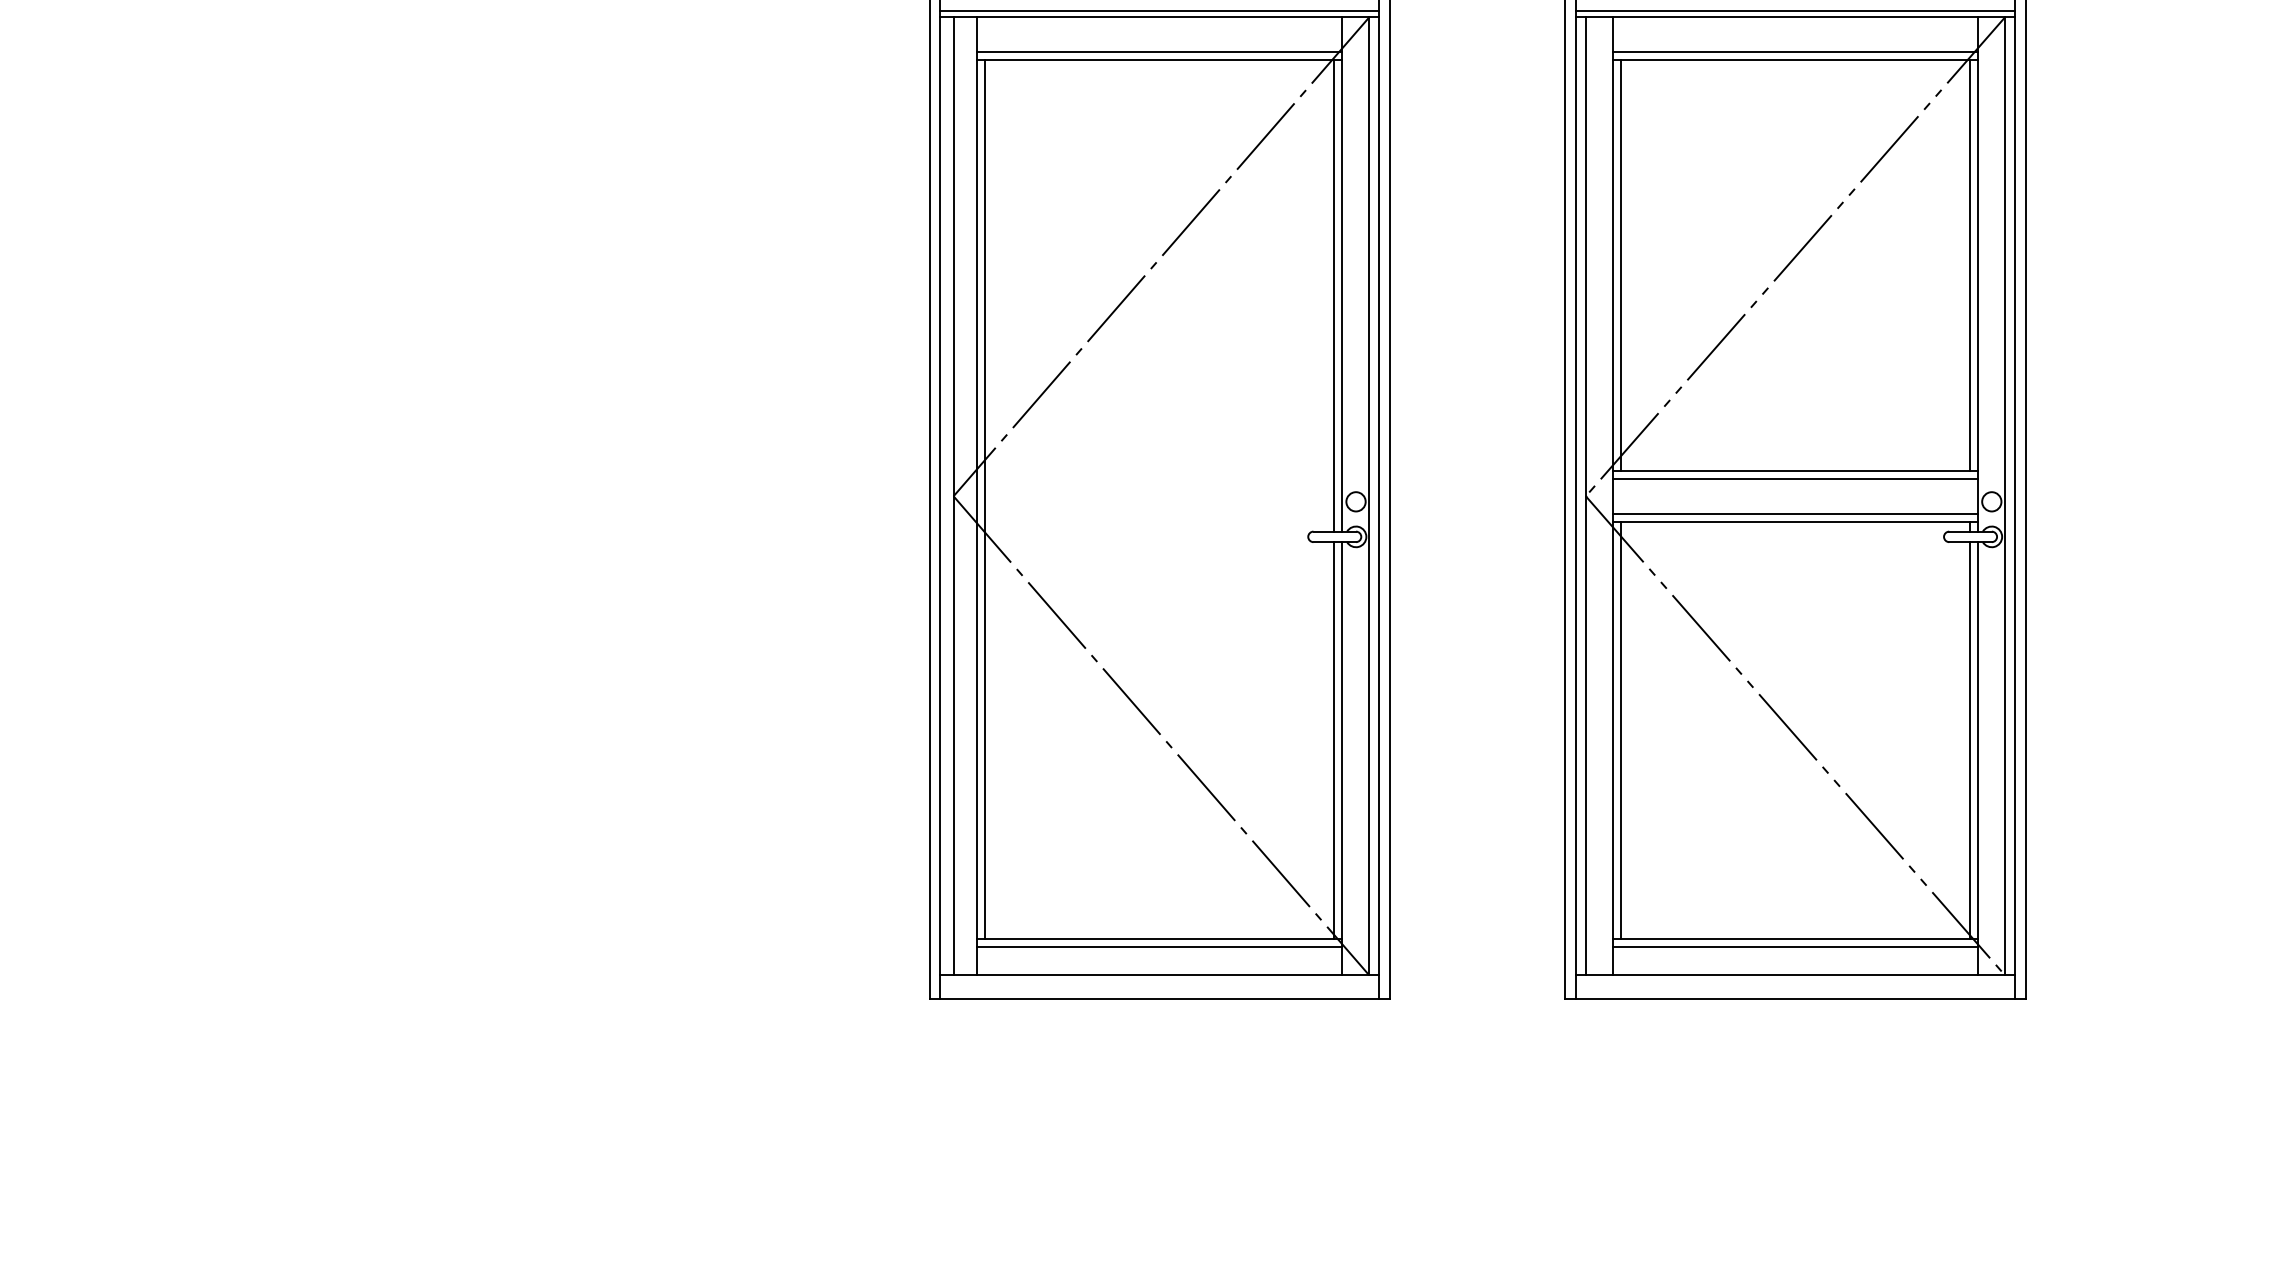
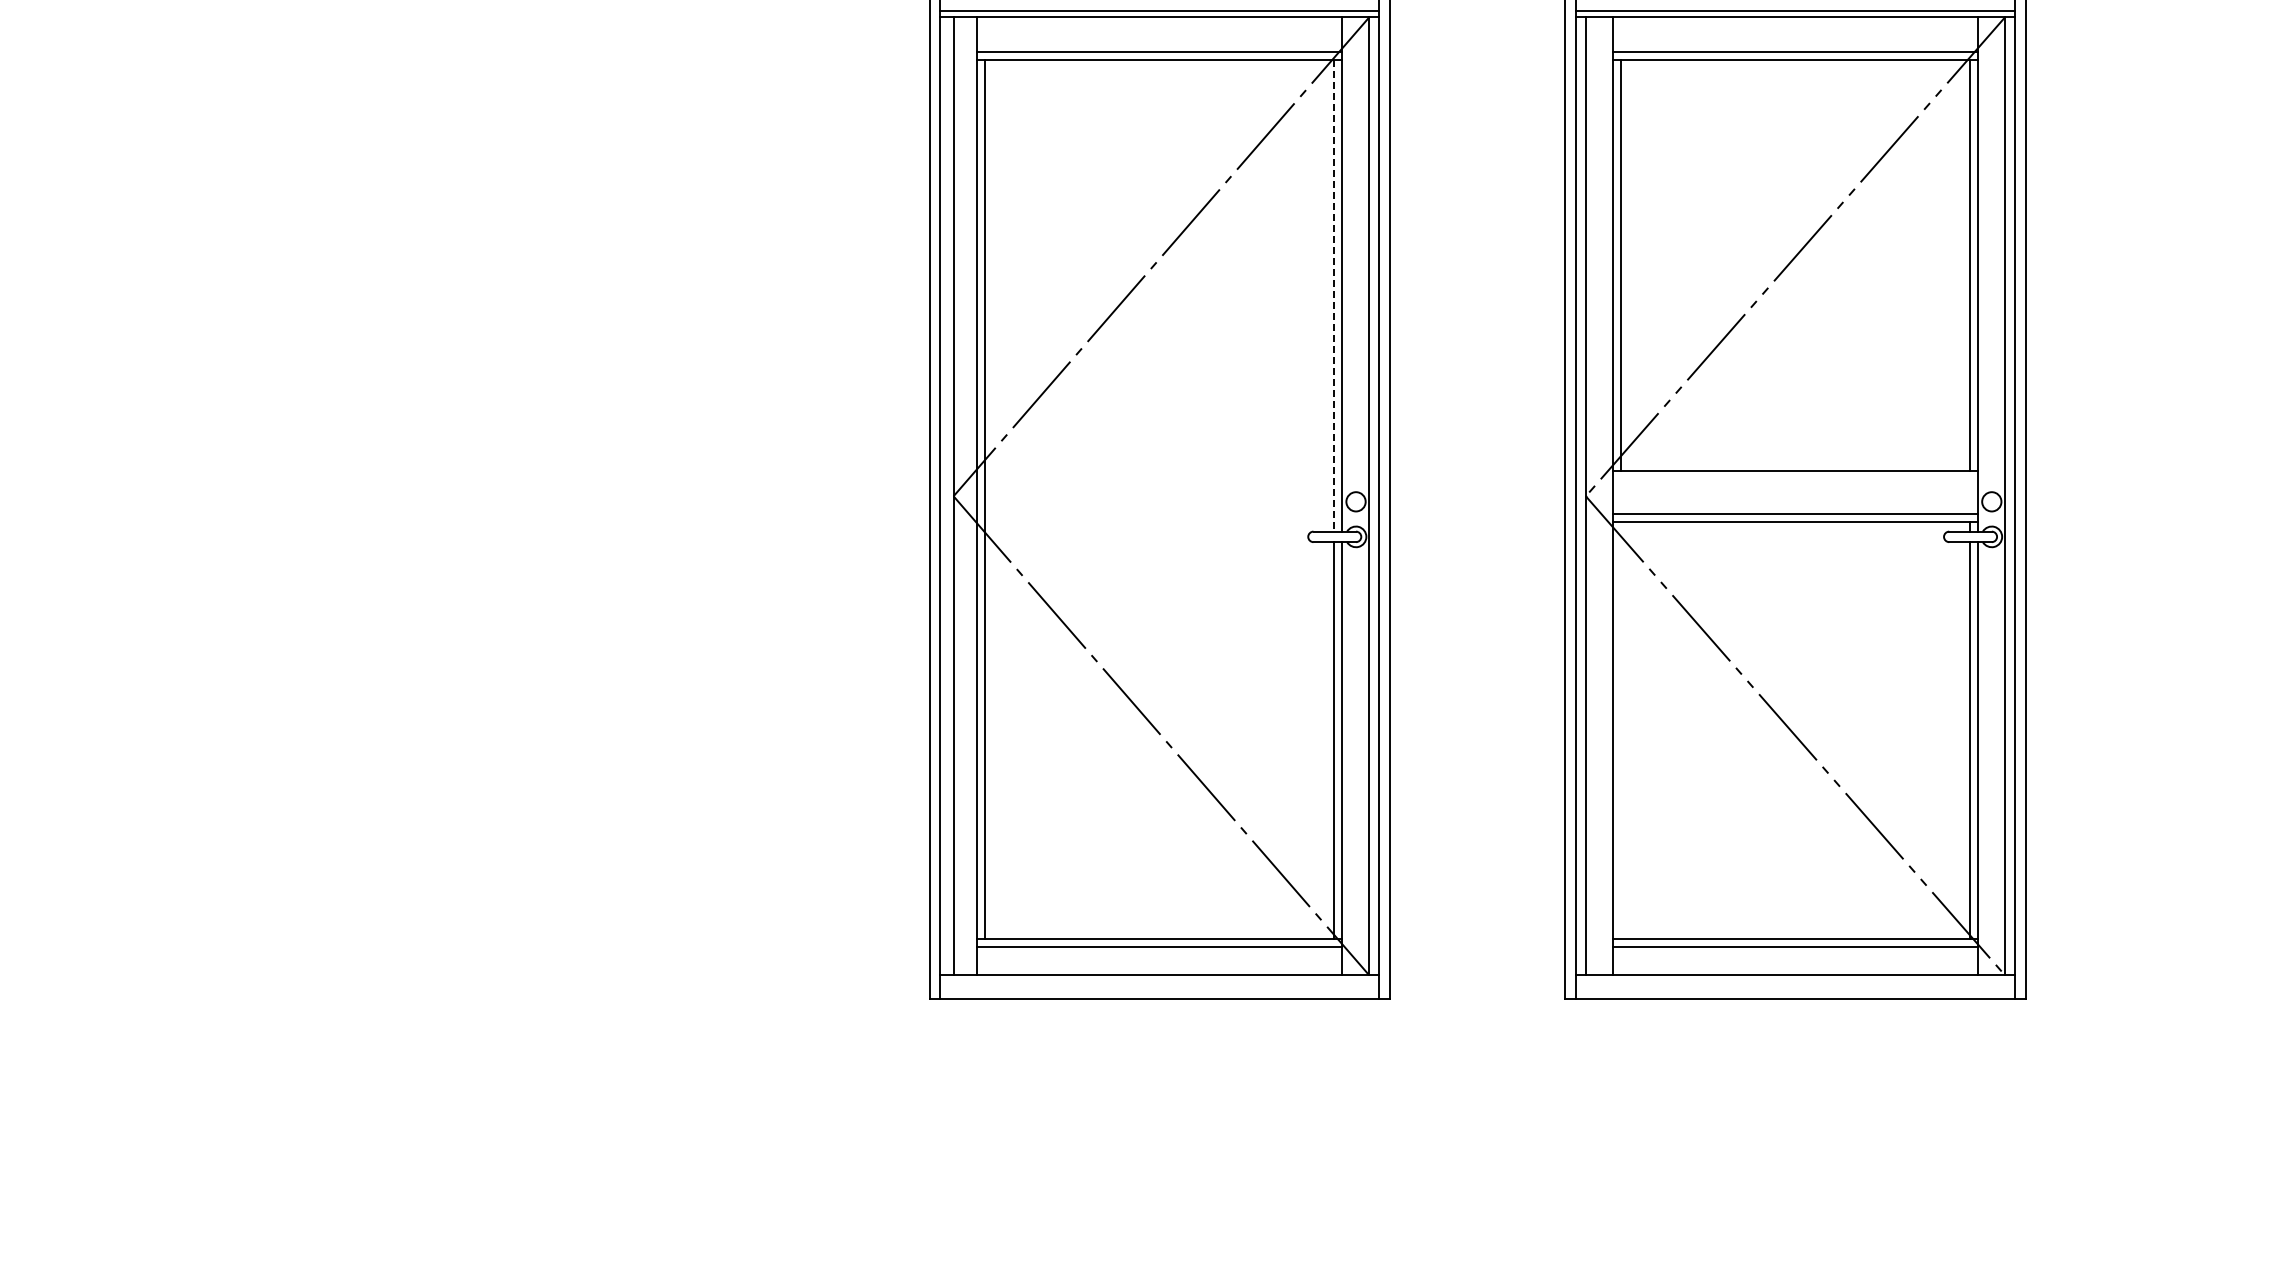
line at (1334, 296): solid -> dashed
line at (1795, 479): present -> none
line at (1620, 729): present -> none
